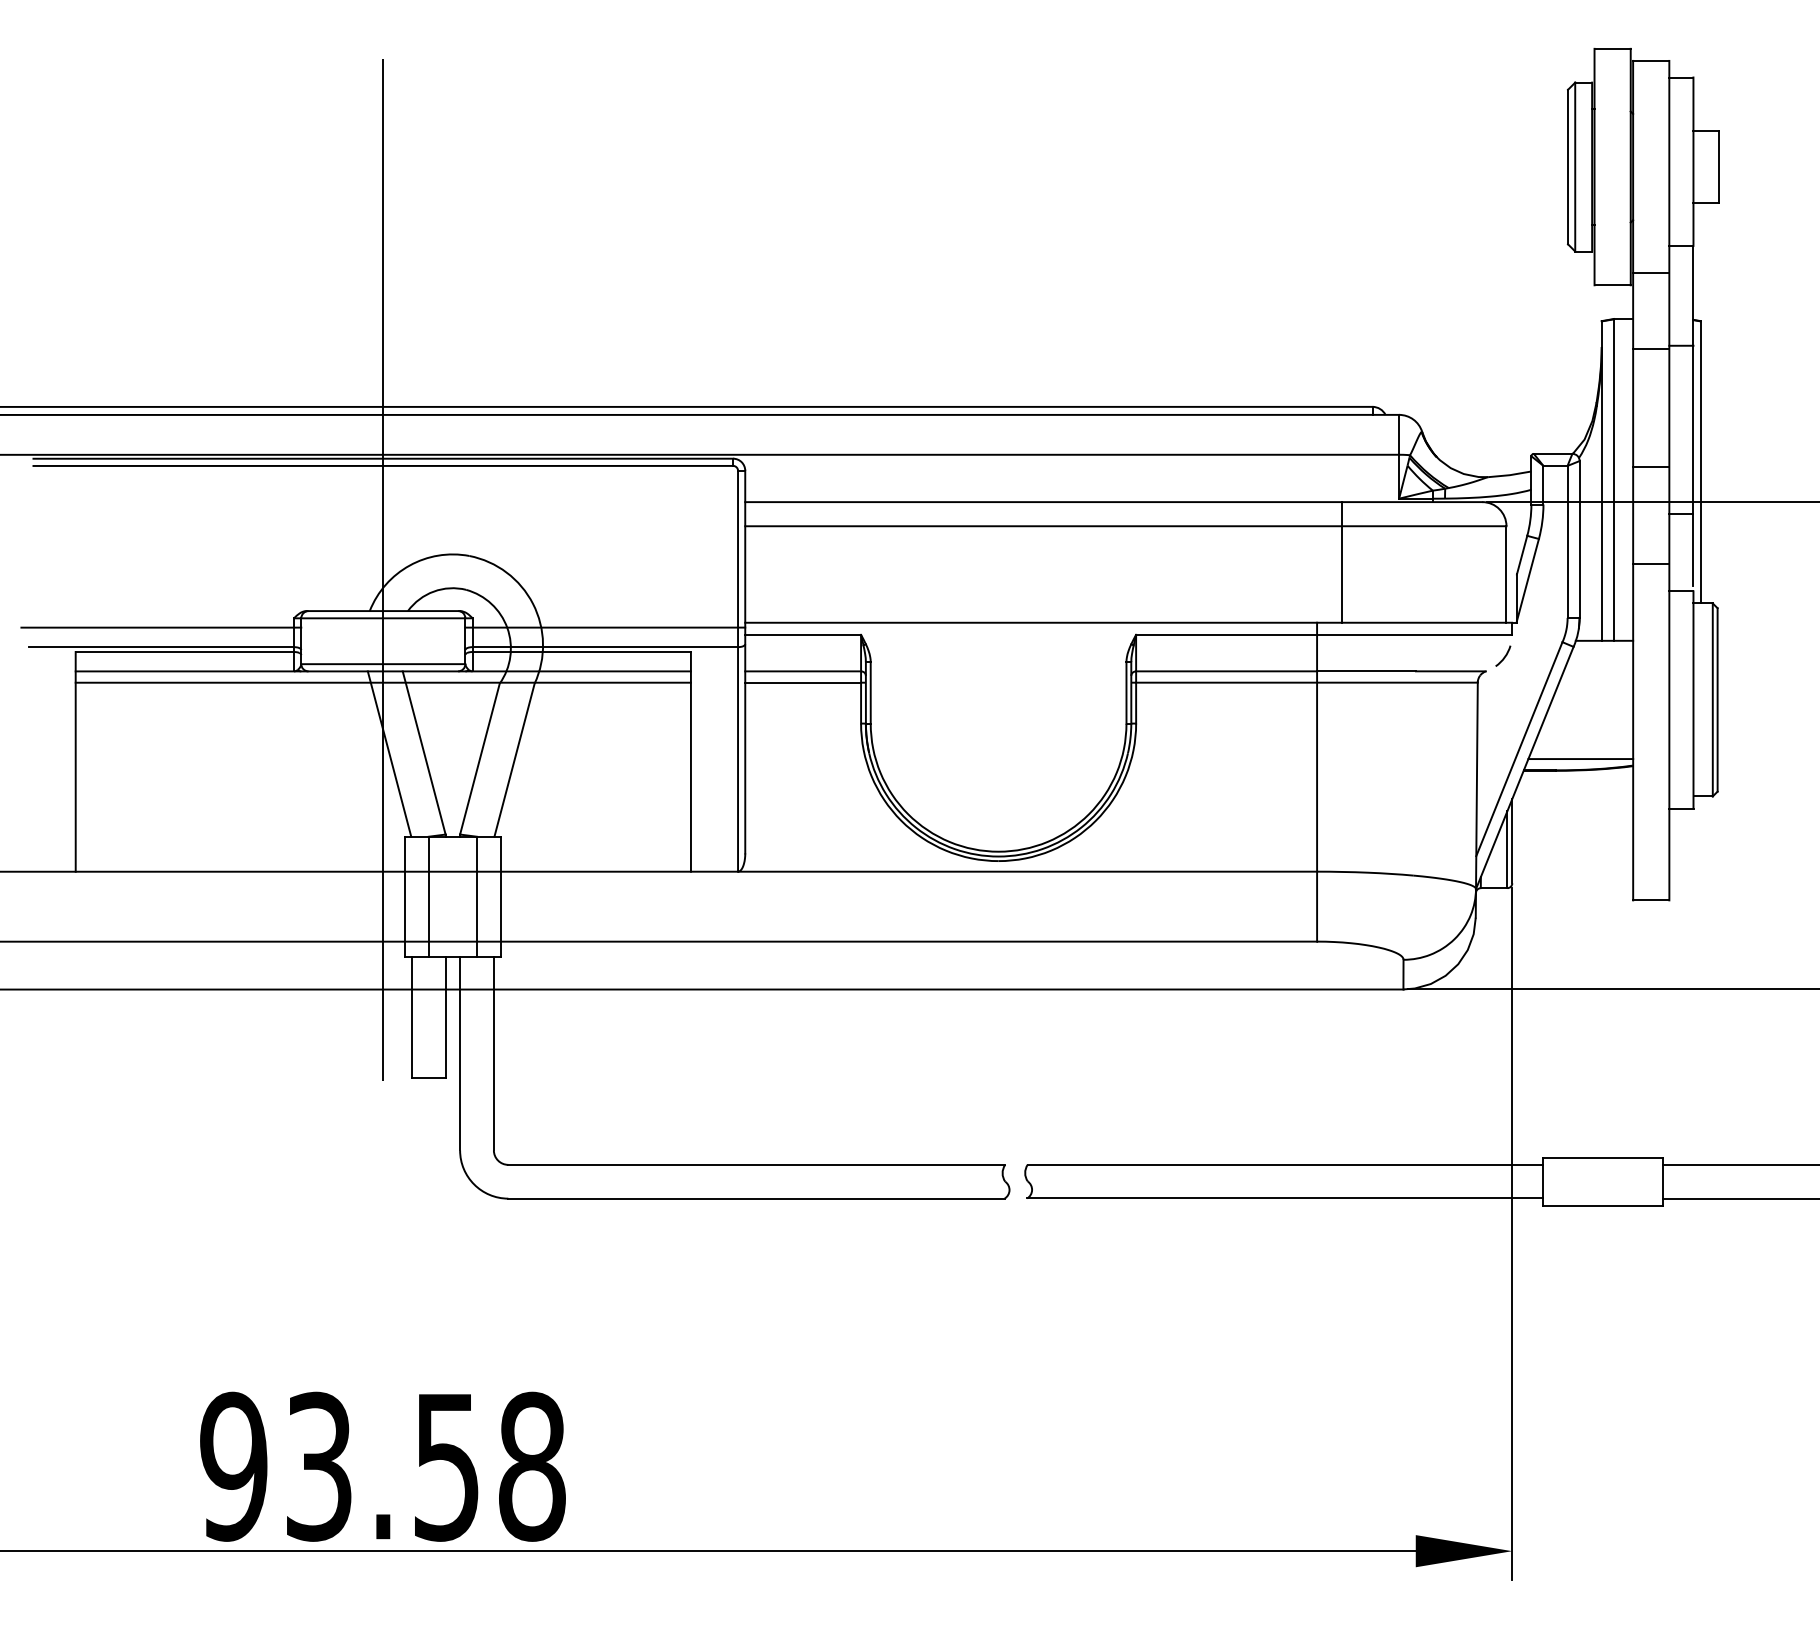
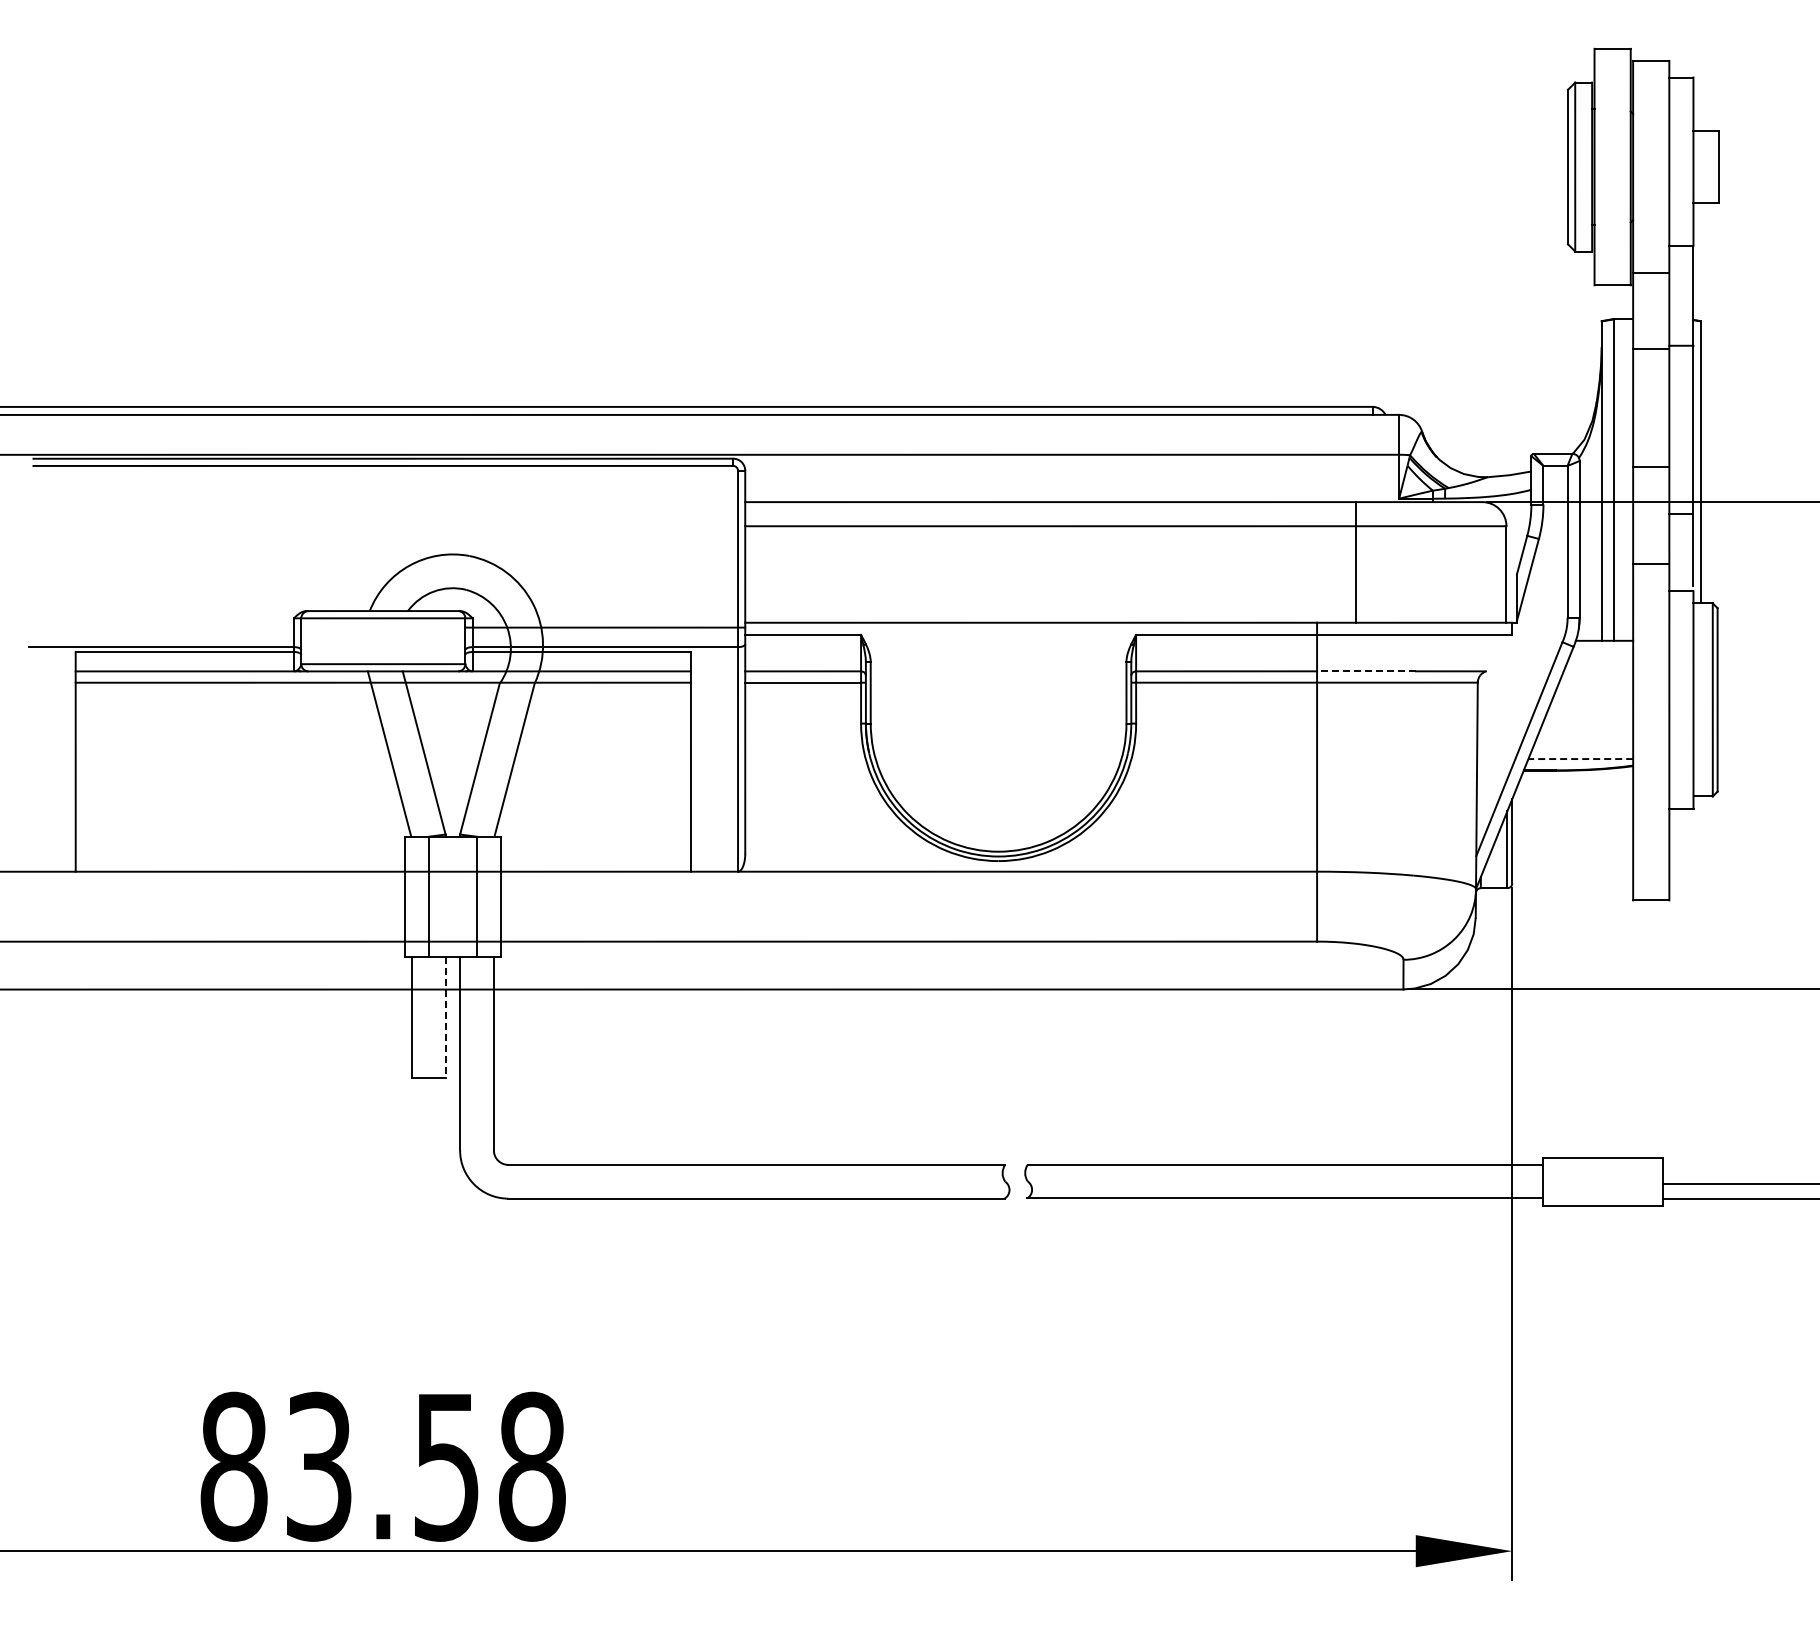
line at (1342, 562) position: (1342, 562) -> (1356, 562)
line at (383, 569): present -> none
line at (161, 627): present -> none
arc at (1504, 655): present -> none
line at (1366, 671): solid -> dashed
line at (1580, 759): solid -> dashed
line at (445, 1018): solid -> dashed
line at (1739, 1164) position: (1739, 1164) -> (1739, 1183)
text at (233, 1466): 93.58 -> 83.58
